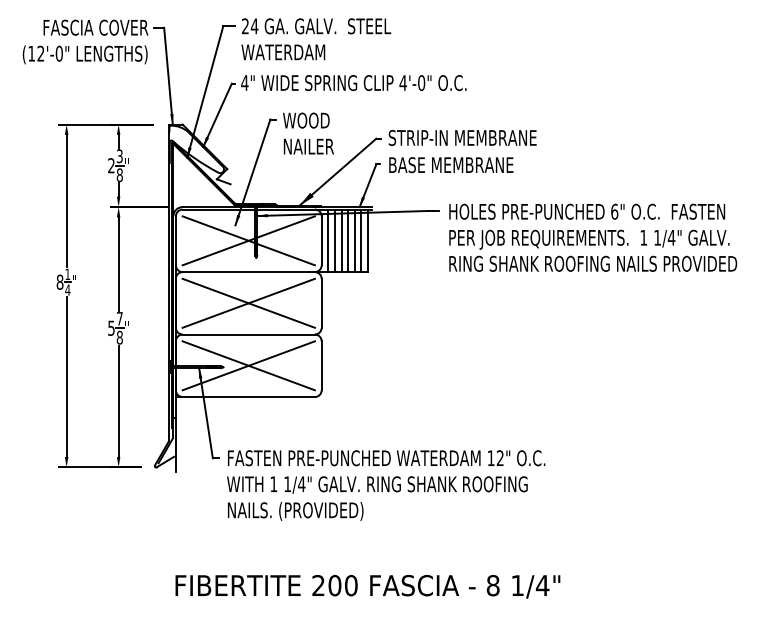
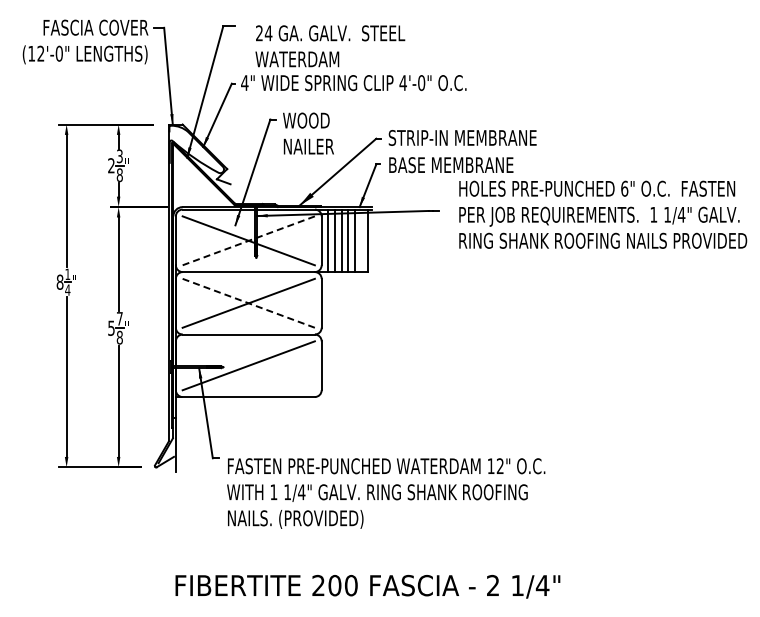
text at (316, 39) position: (316, 39) -> (330, 46)
text at (593, 237) position: (593, 237) -> (603, 214)
line at (248, 240): solid -> dashed
line at (361, 240): present -> none
line at (248, 303): solid -> dashed
line at (248, 365): present -> none
text at (386, 485) position: (386, 485) -> (386, 493)
text at (492, 585): 8 -> 2
